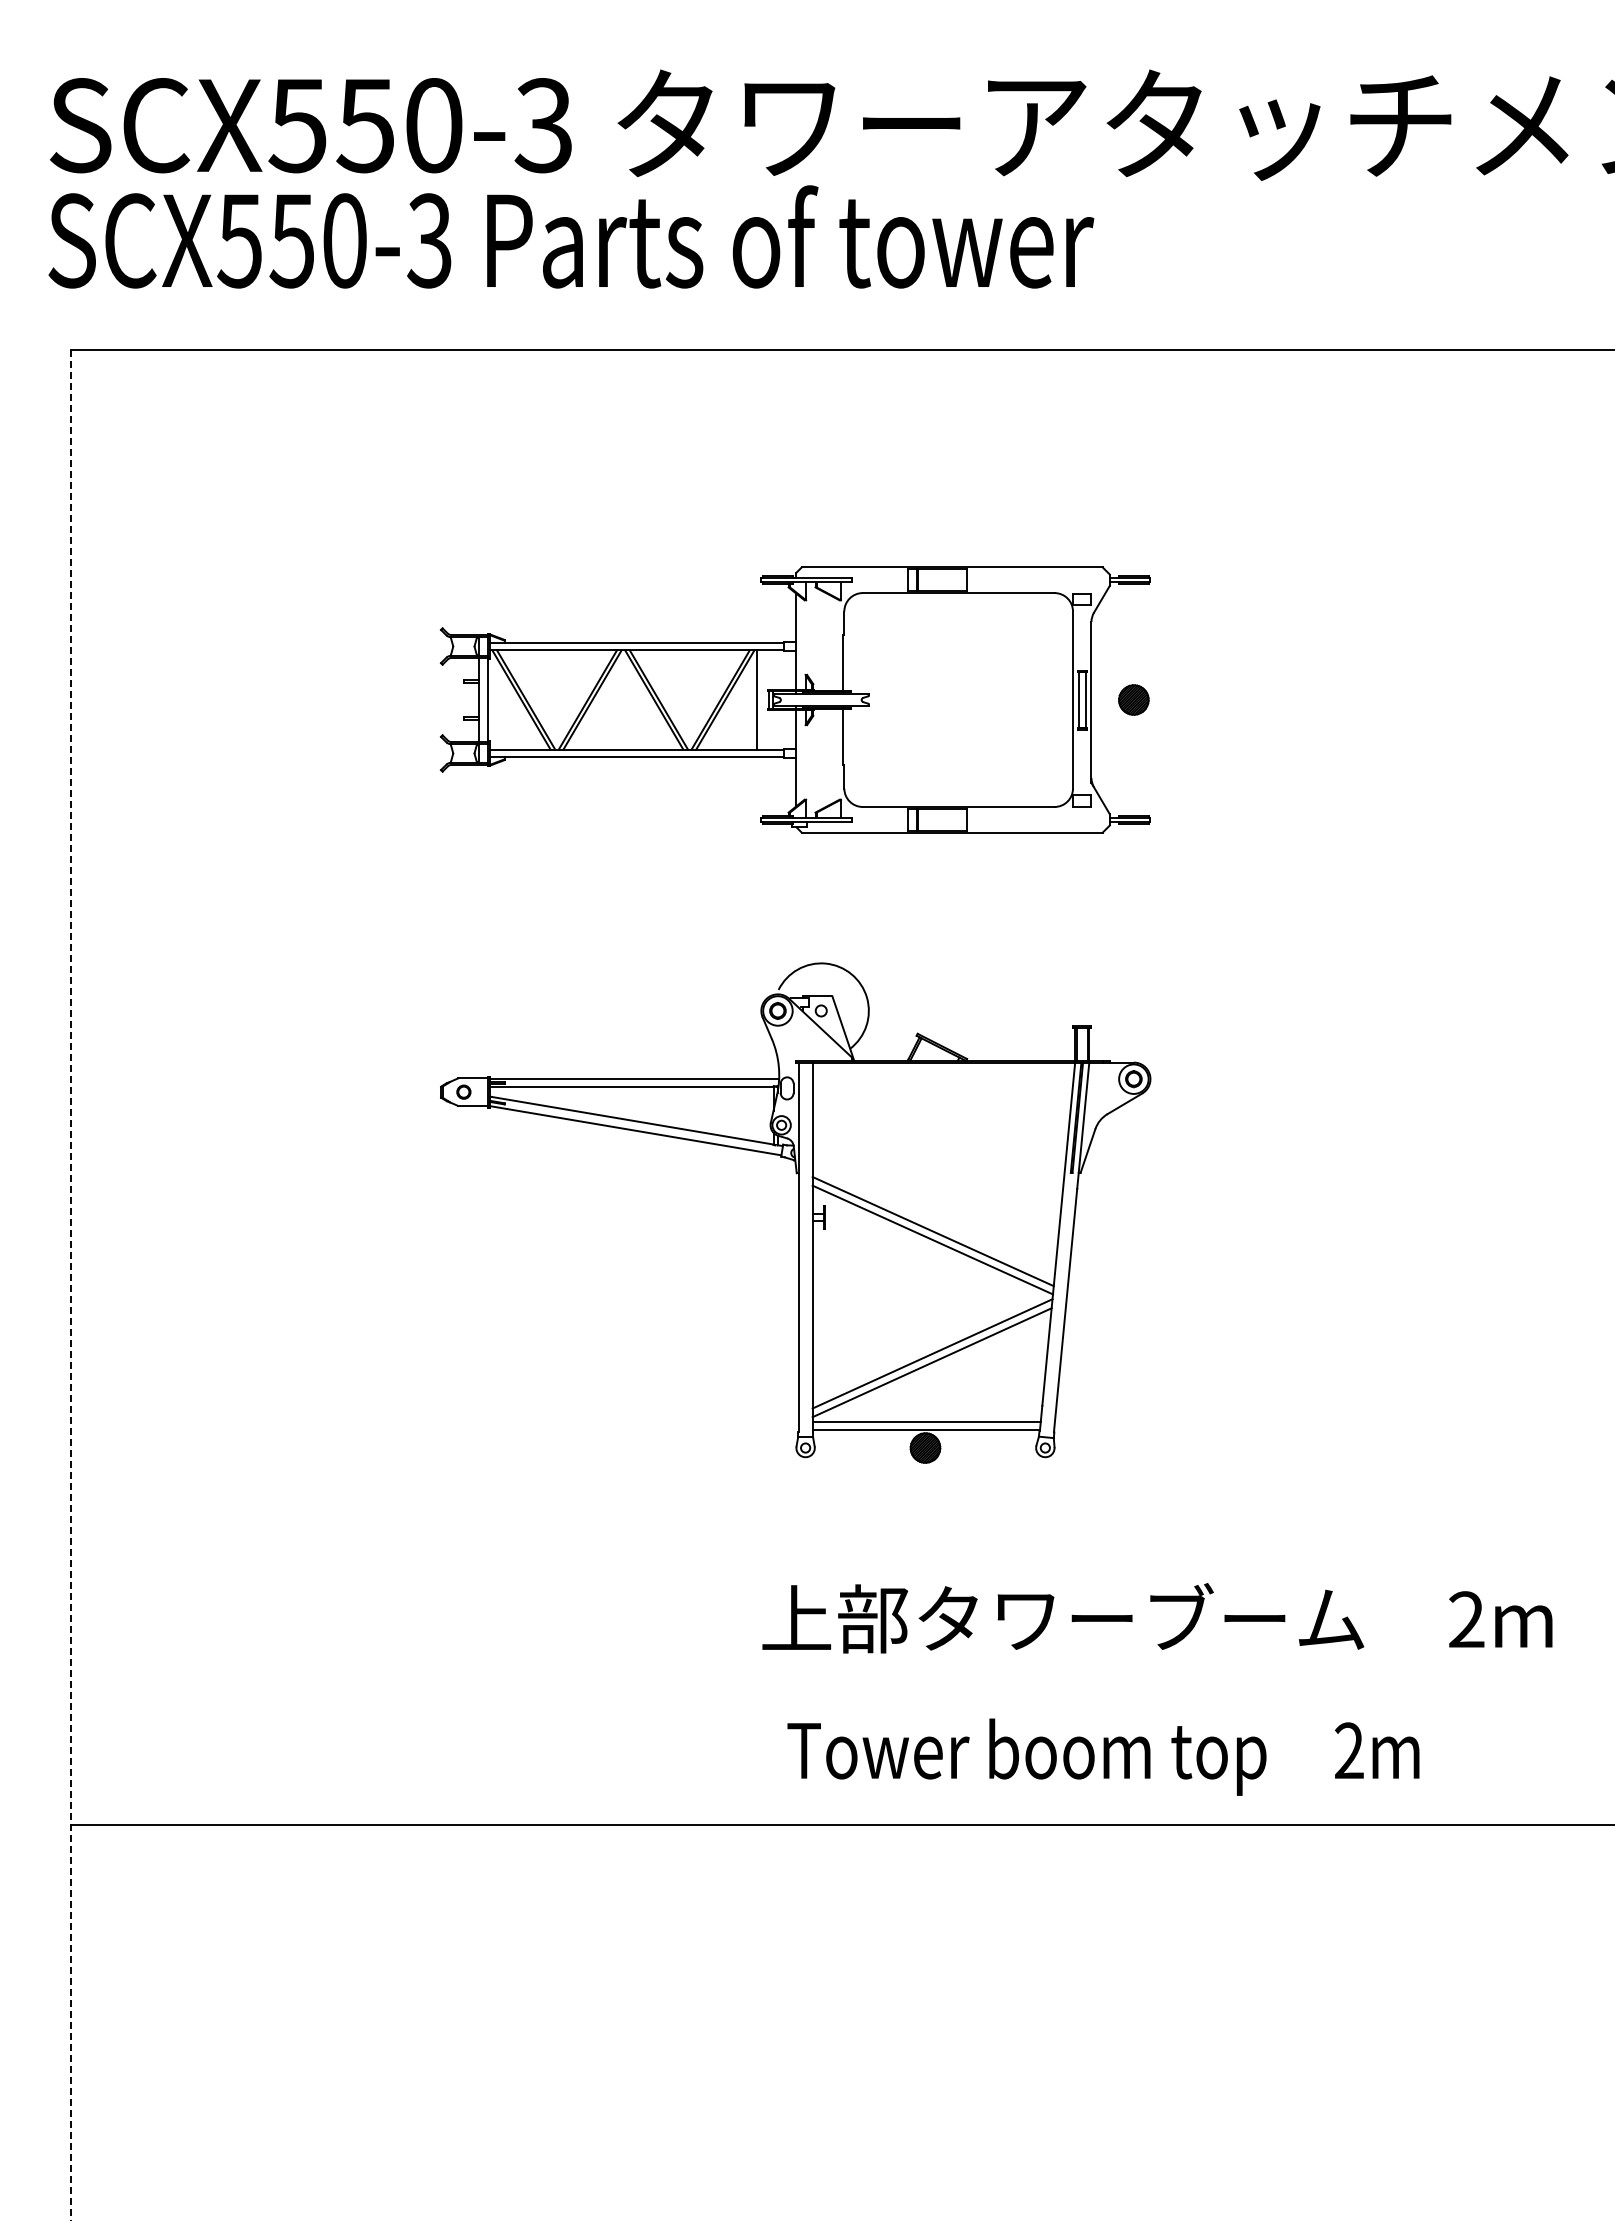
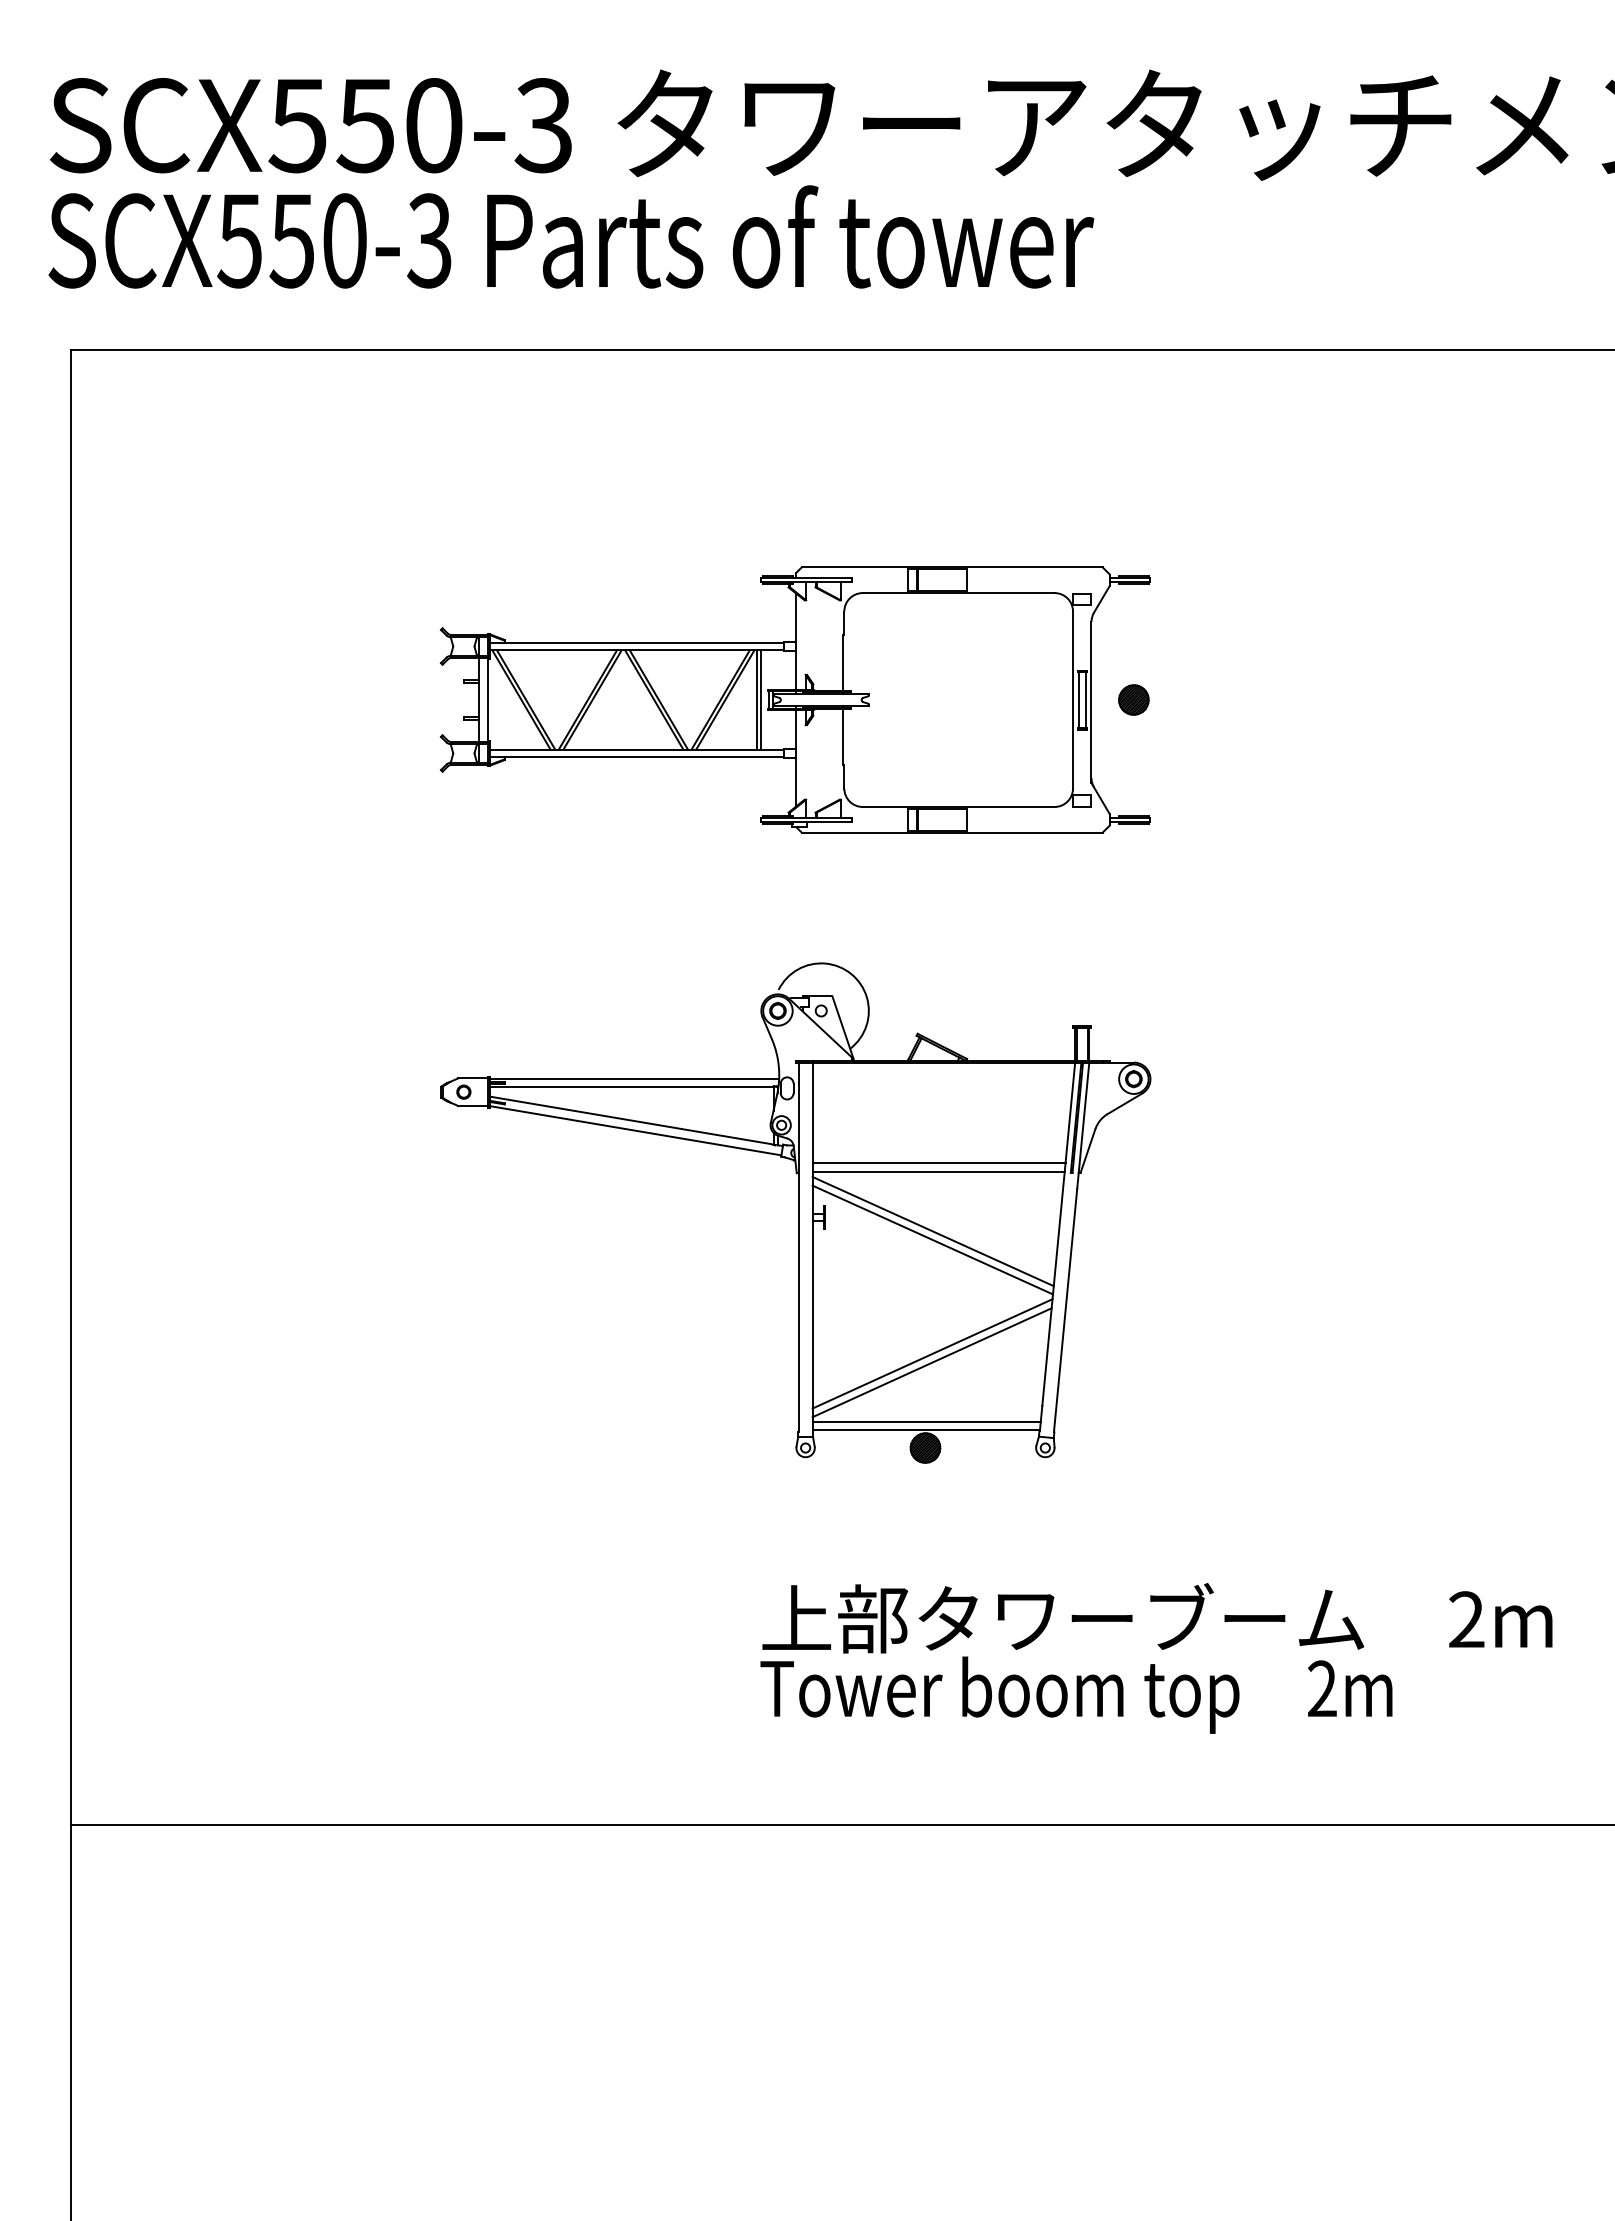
line at (760, 699): none -> present
line at (938, 1163): none -> present
line at (938, 1172): none -> present
line at (70, 1285): dashed -> solid
text at (1103, 1756) position: (1103, 1756) -> (1076, 1694)
